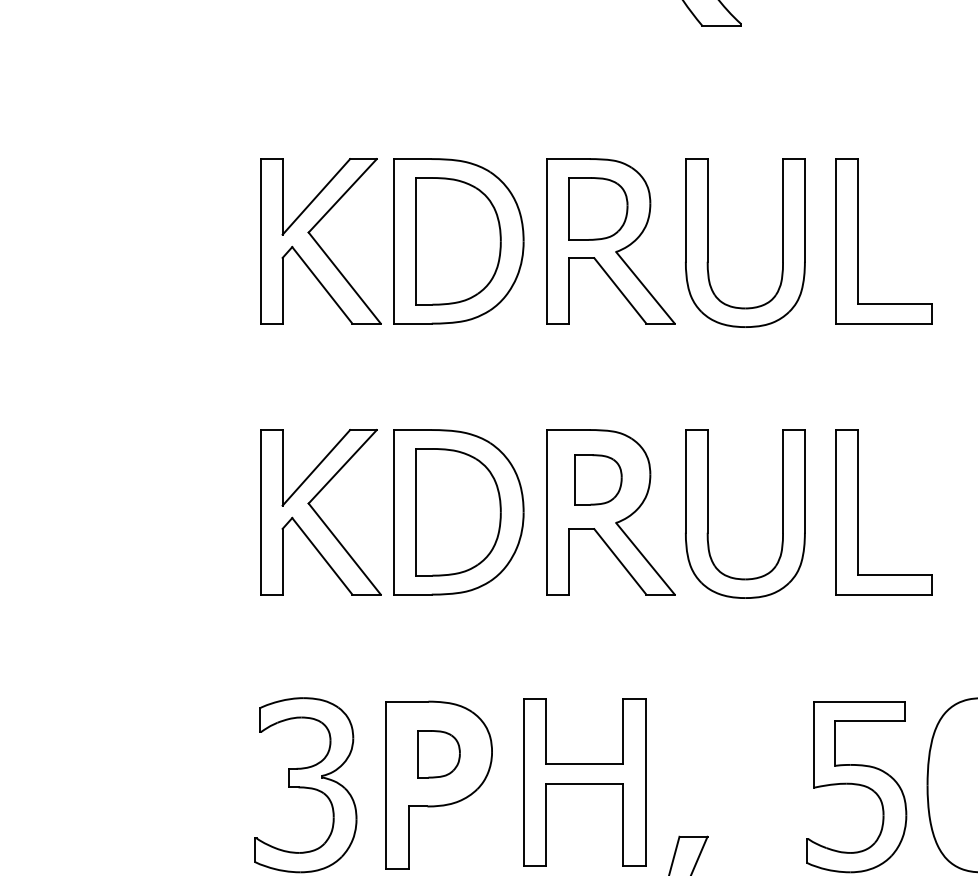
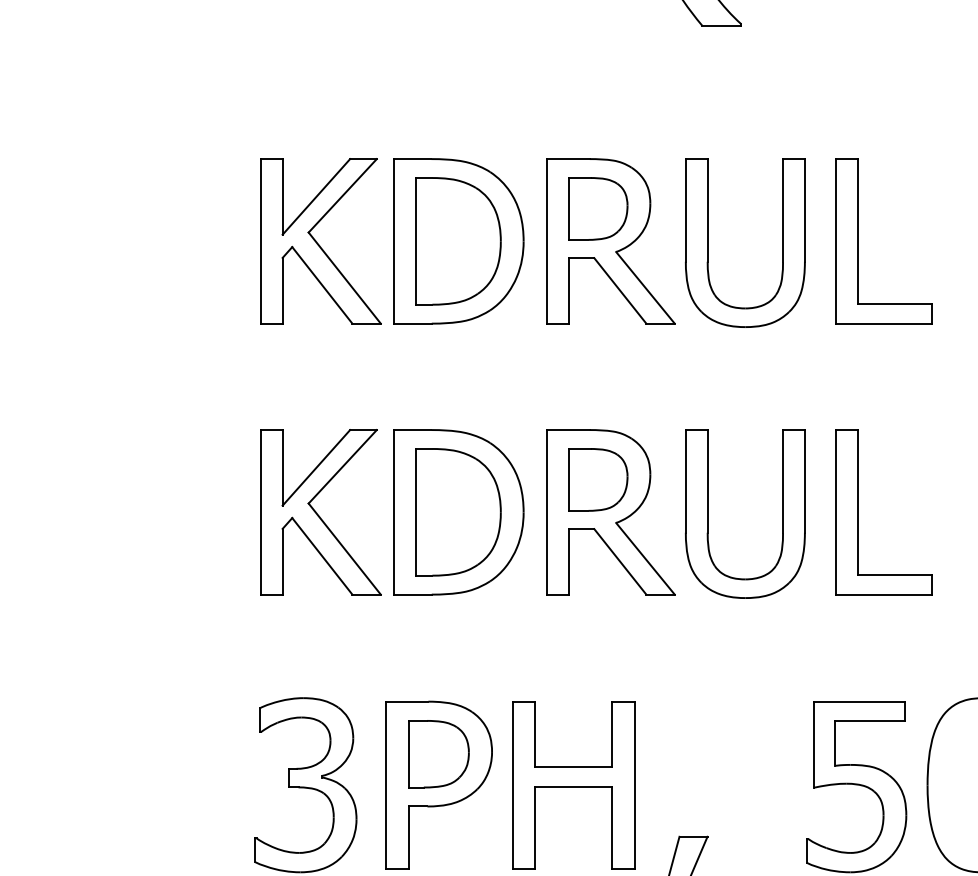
part at (598, 479) size: 49x52 px -> 61x64 px
part at (438, 754) size: 44x49 px -> 62x69 px
part at (584, 782) position: (584, 782) -> (573, 785)
